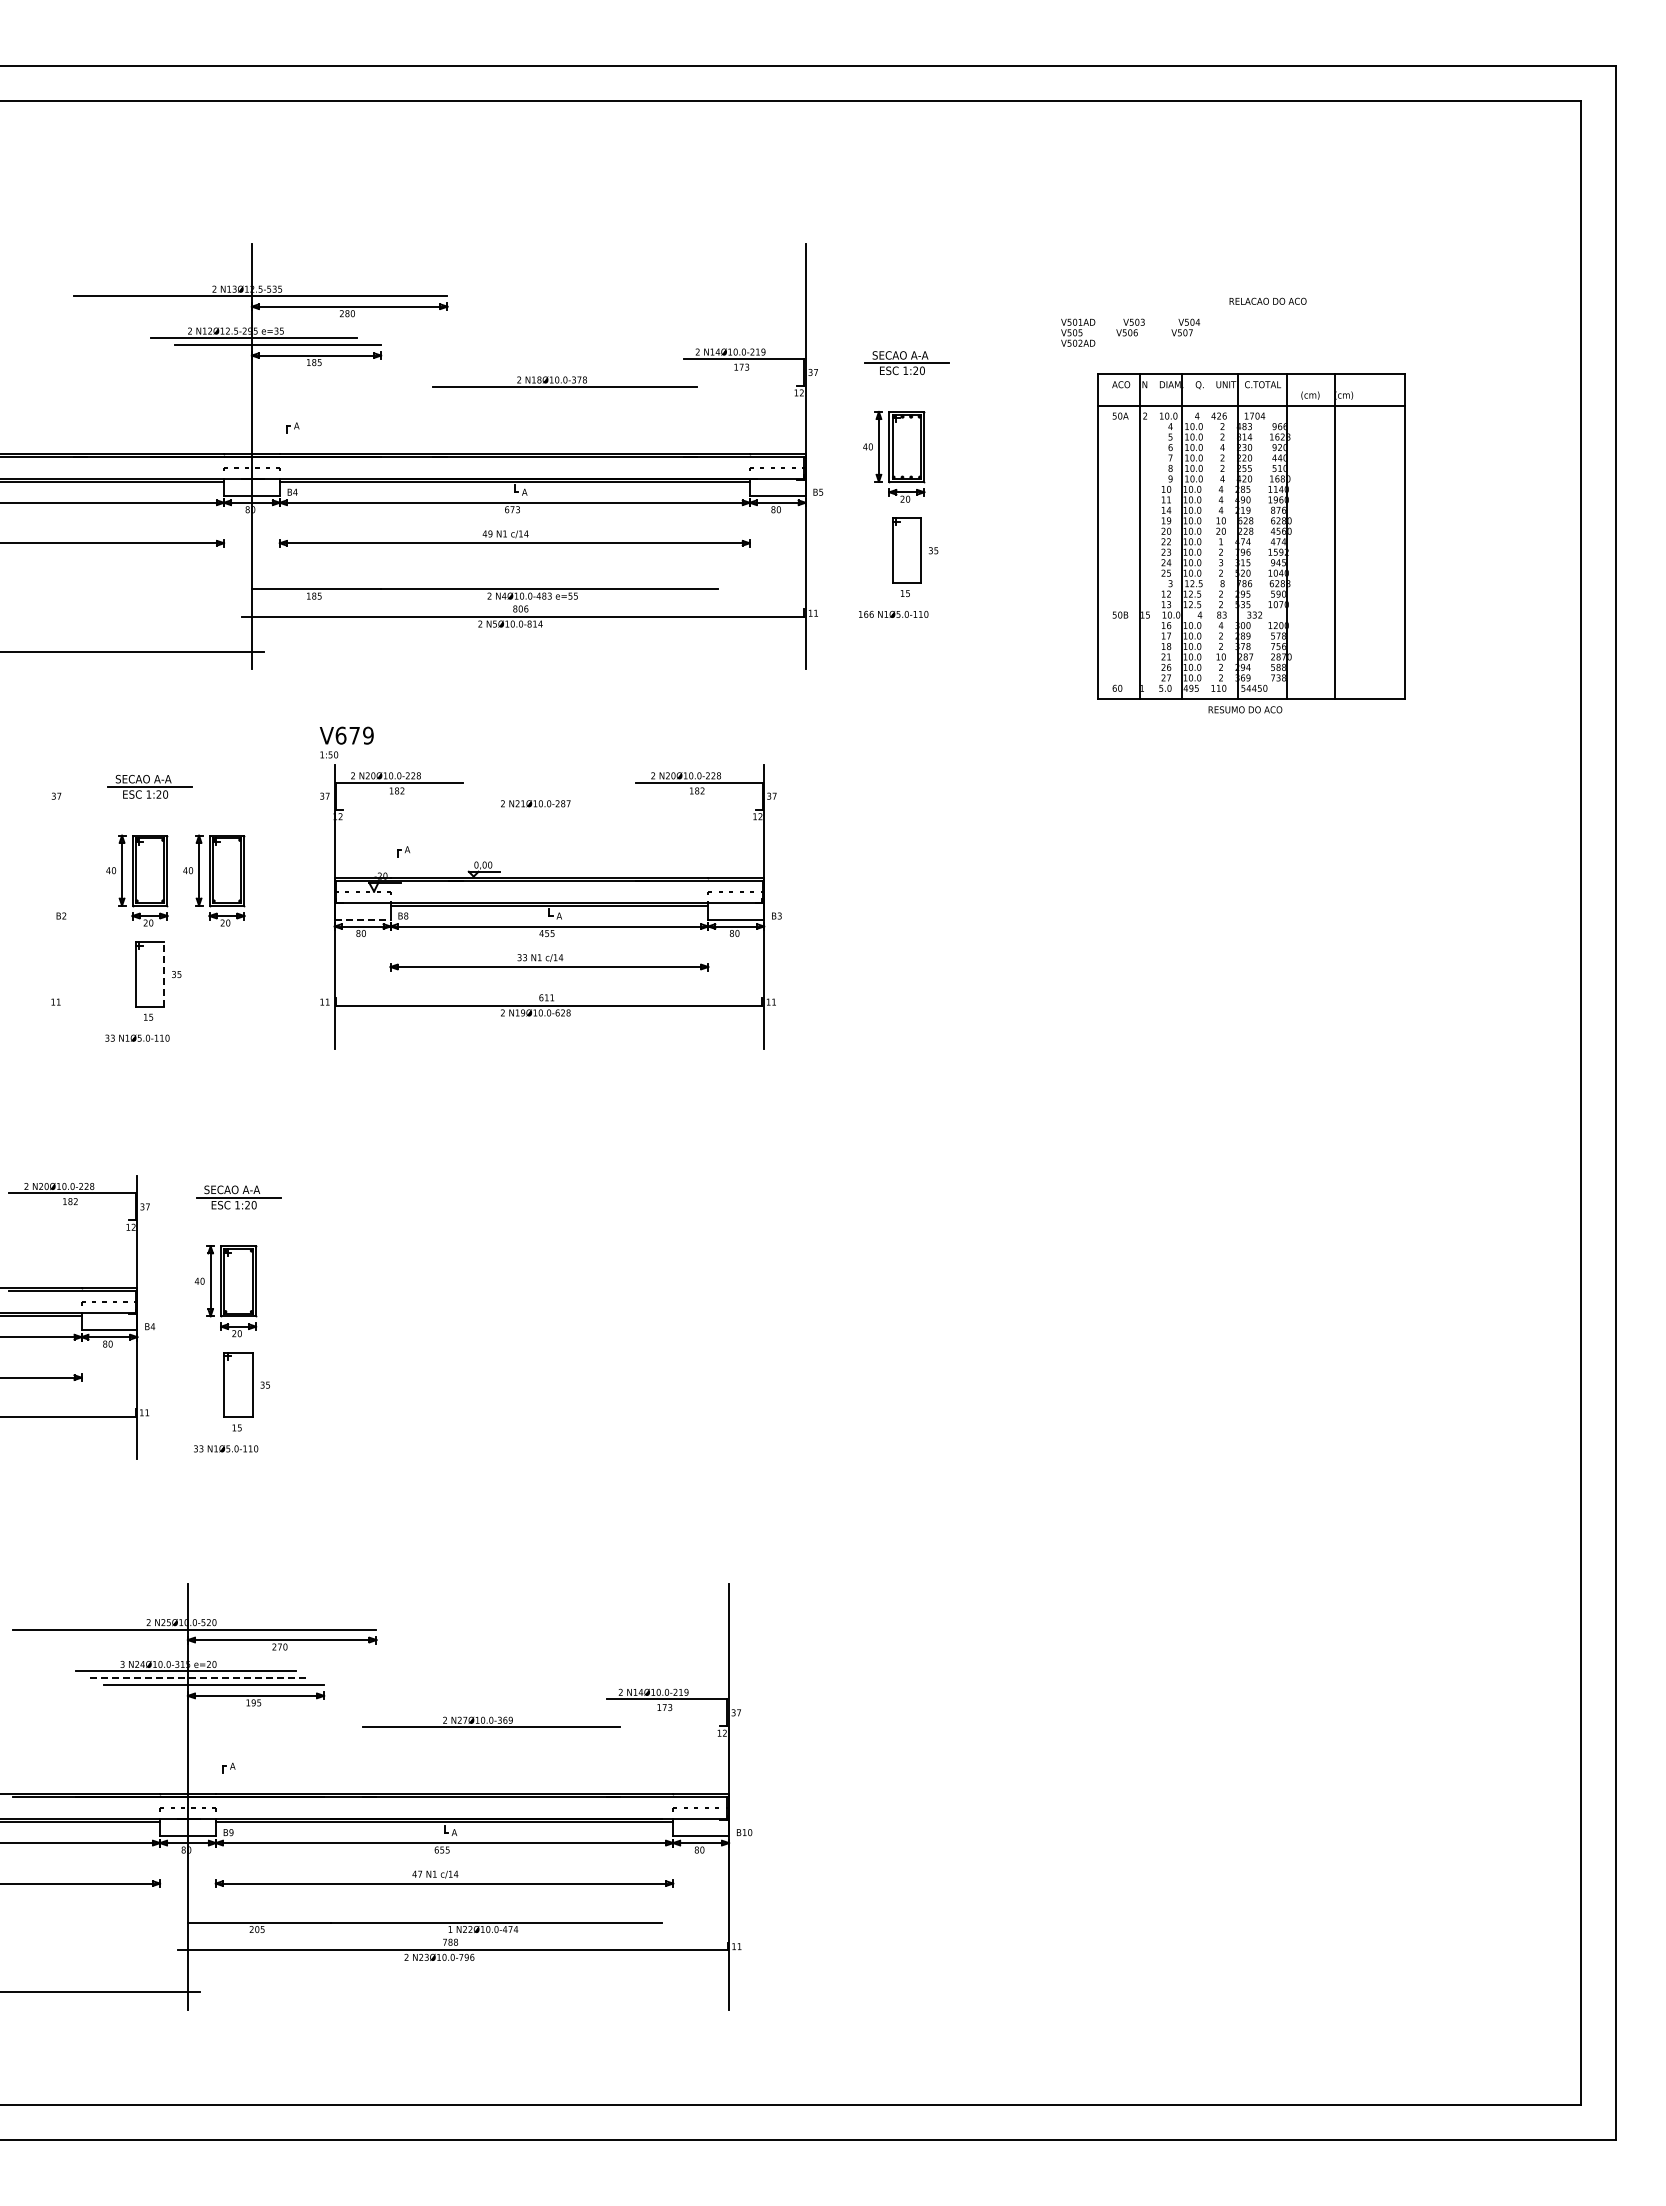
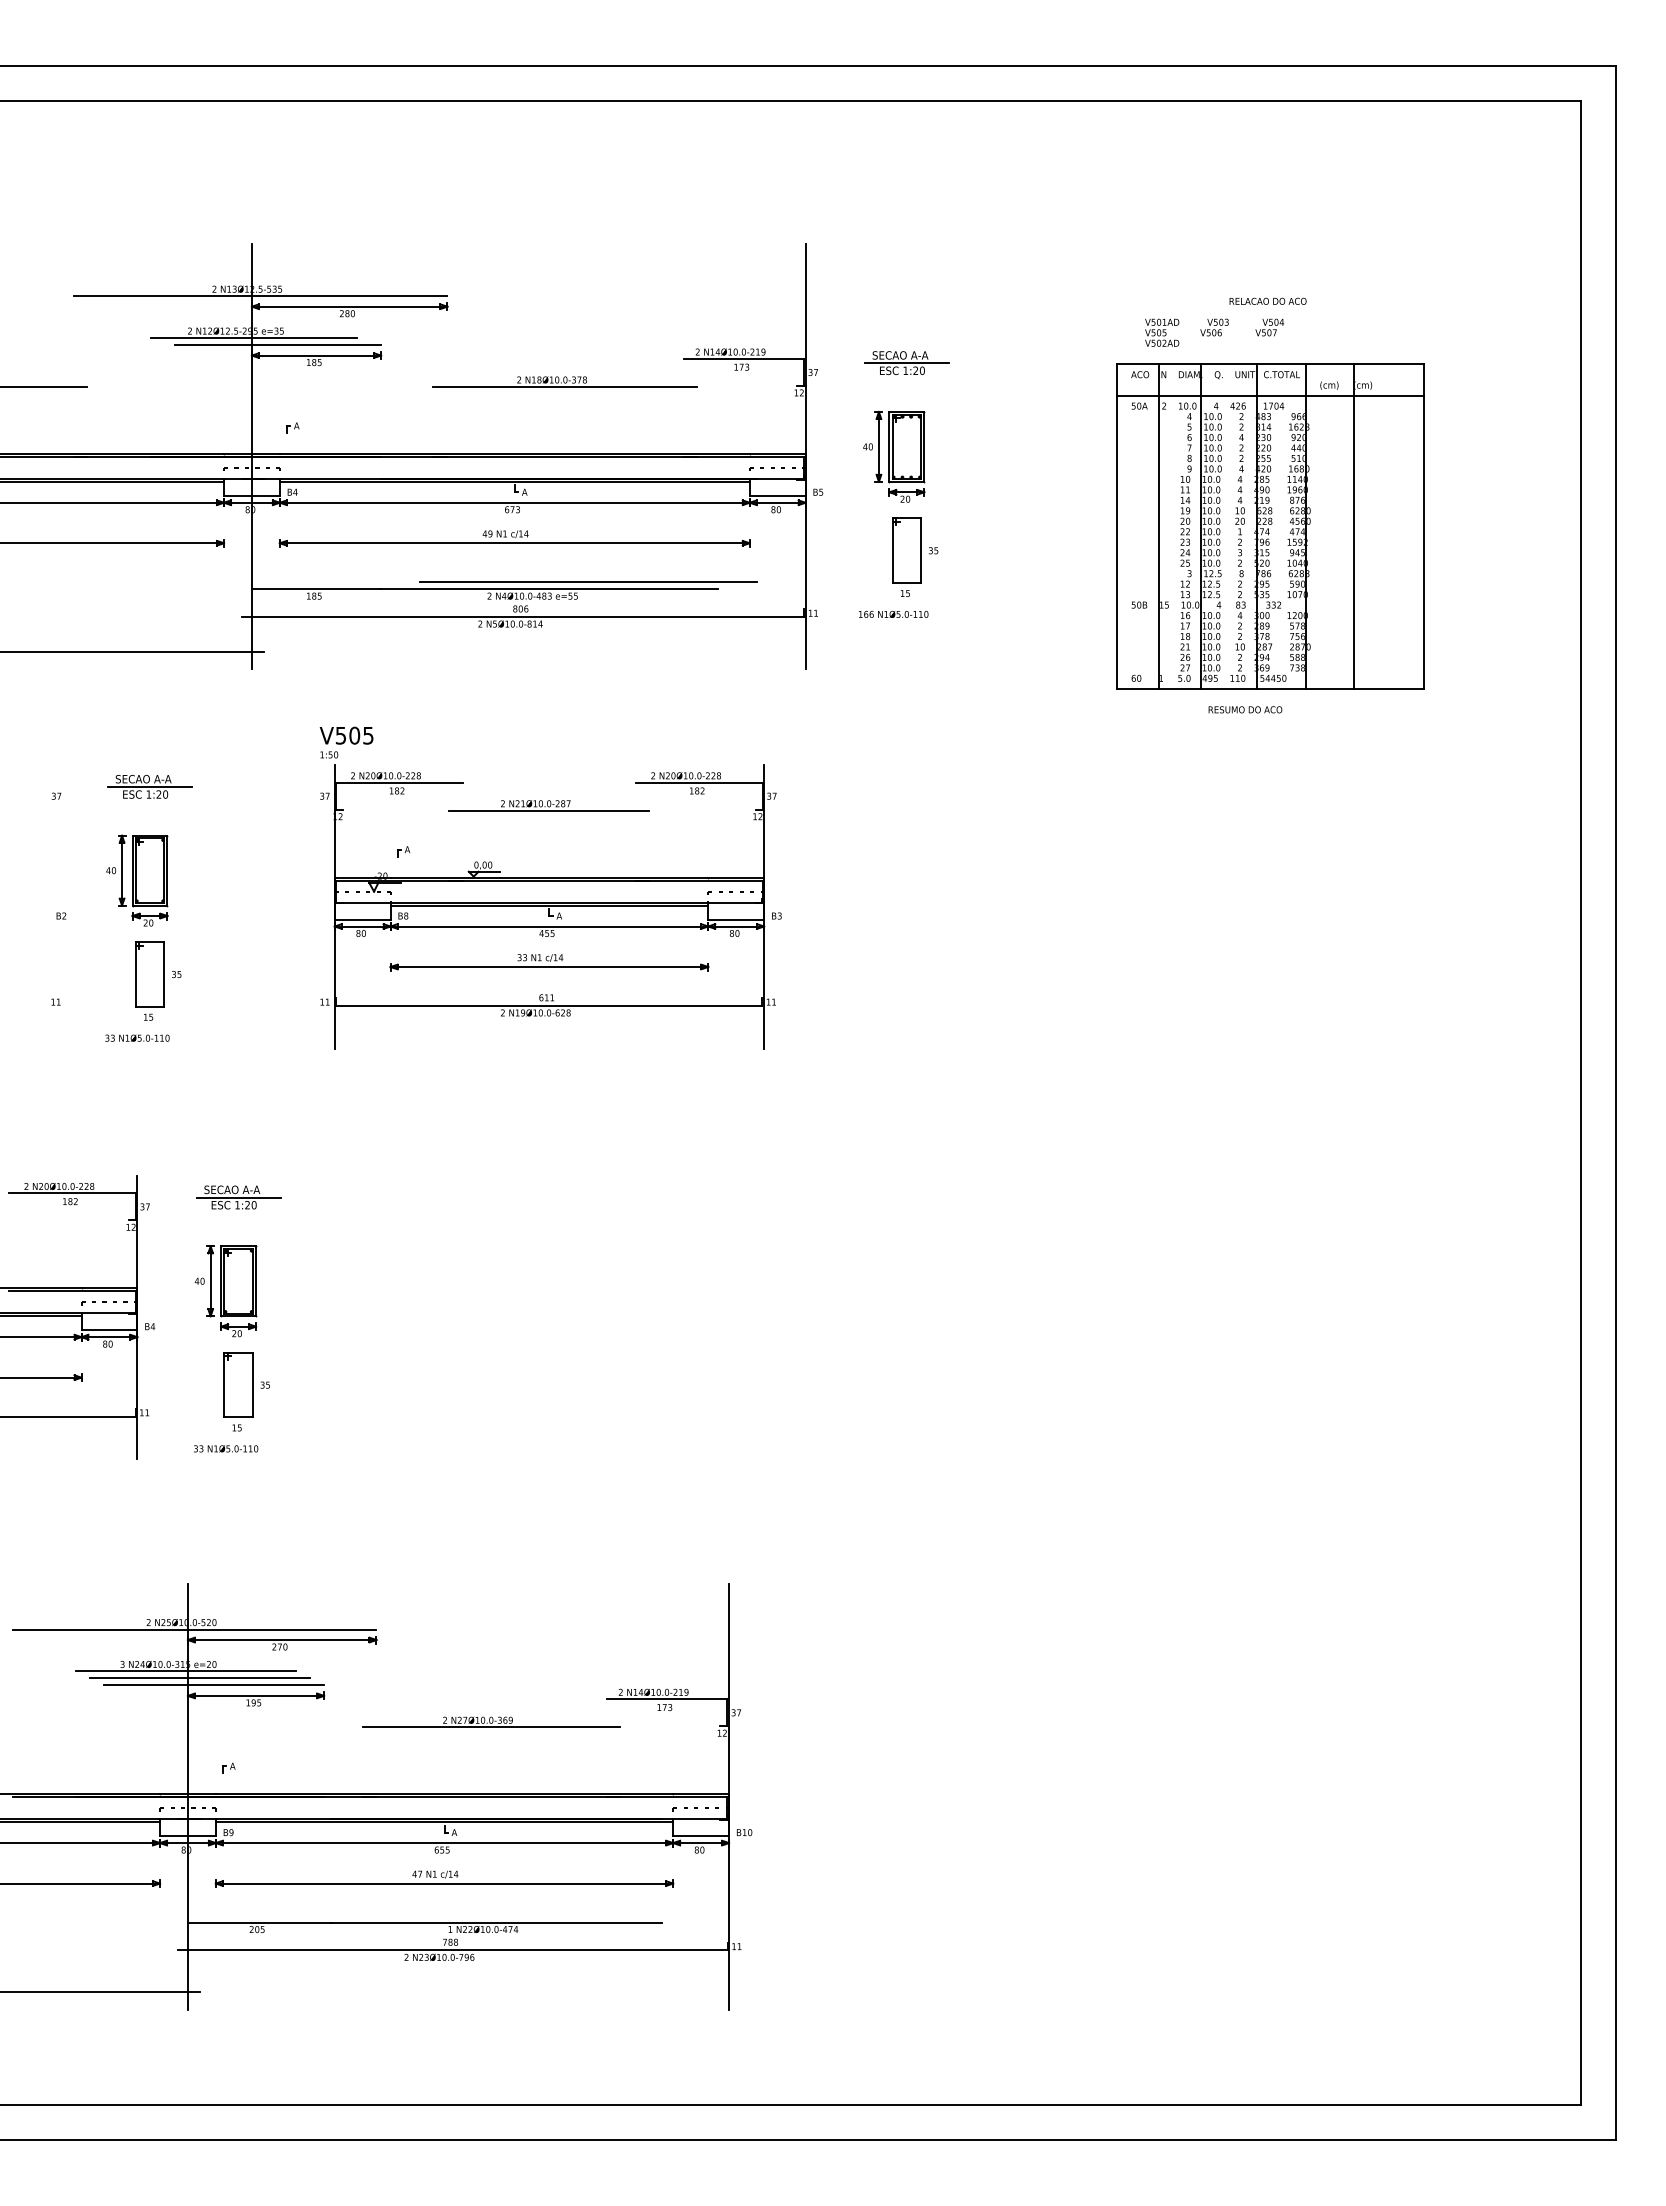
text at (1130, 332) position: (1130, 332) -> (1214, 332)
line at (44, 387): none -> present
part at (1251, 536) position: (1251, 536) -> (1270, 526)
line at (587, 582): none -> present
text at (354, 735): V679 -> V505
line at (548, 810): none -> present
part at (214, 880): present -> none
line at (362, 919): dashed -> solid
line at (164, 974): dashed -> solid
line at (200, 1678): dashed -> solid
